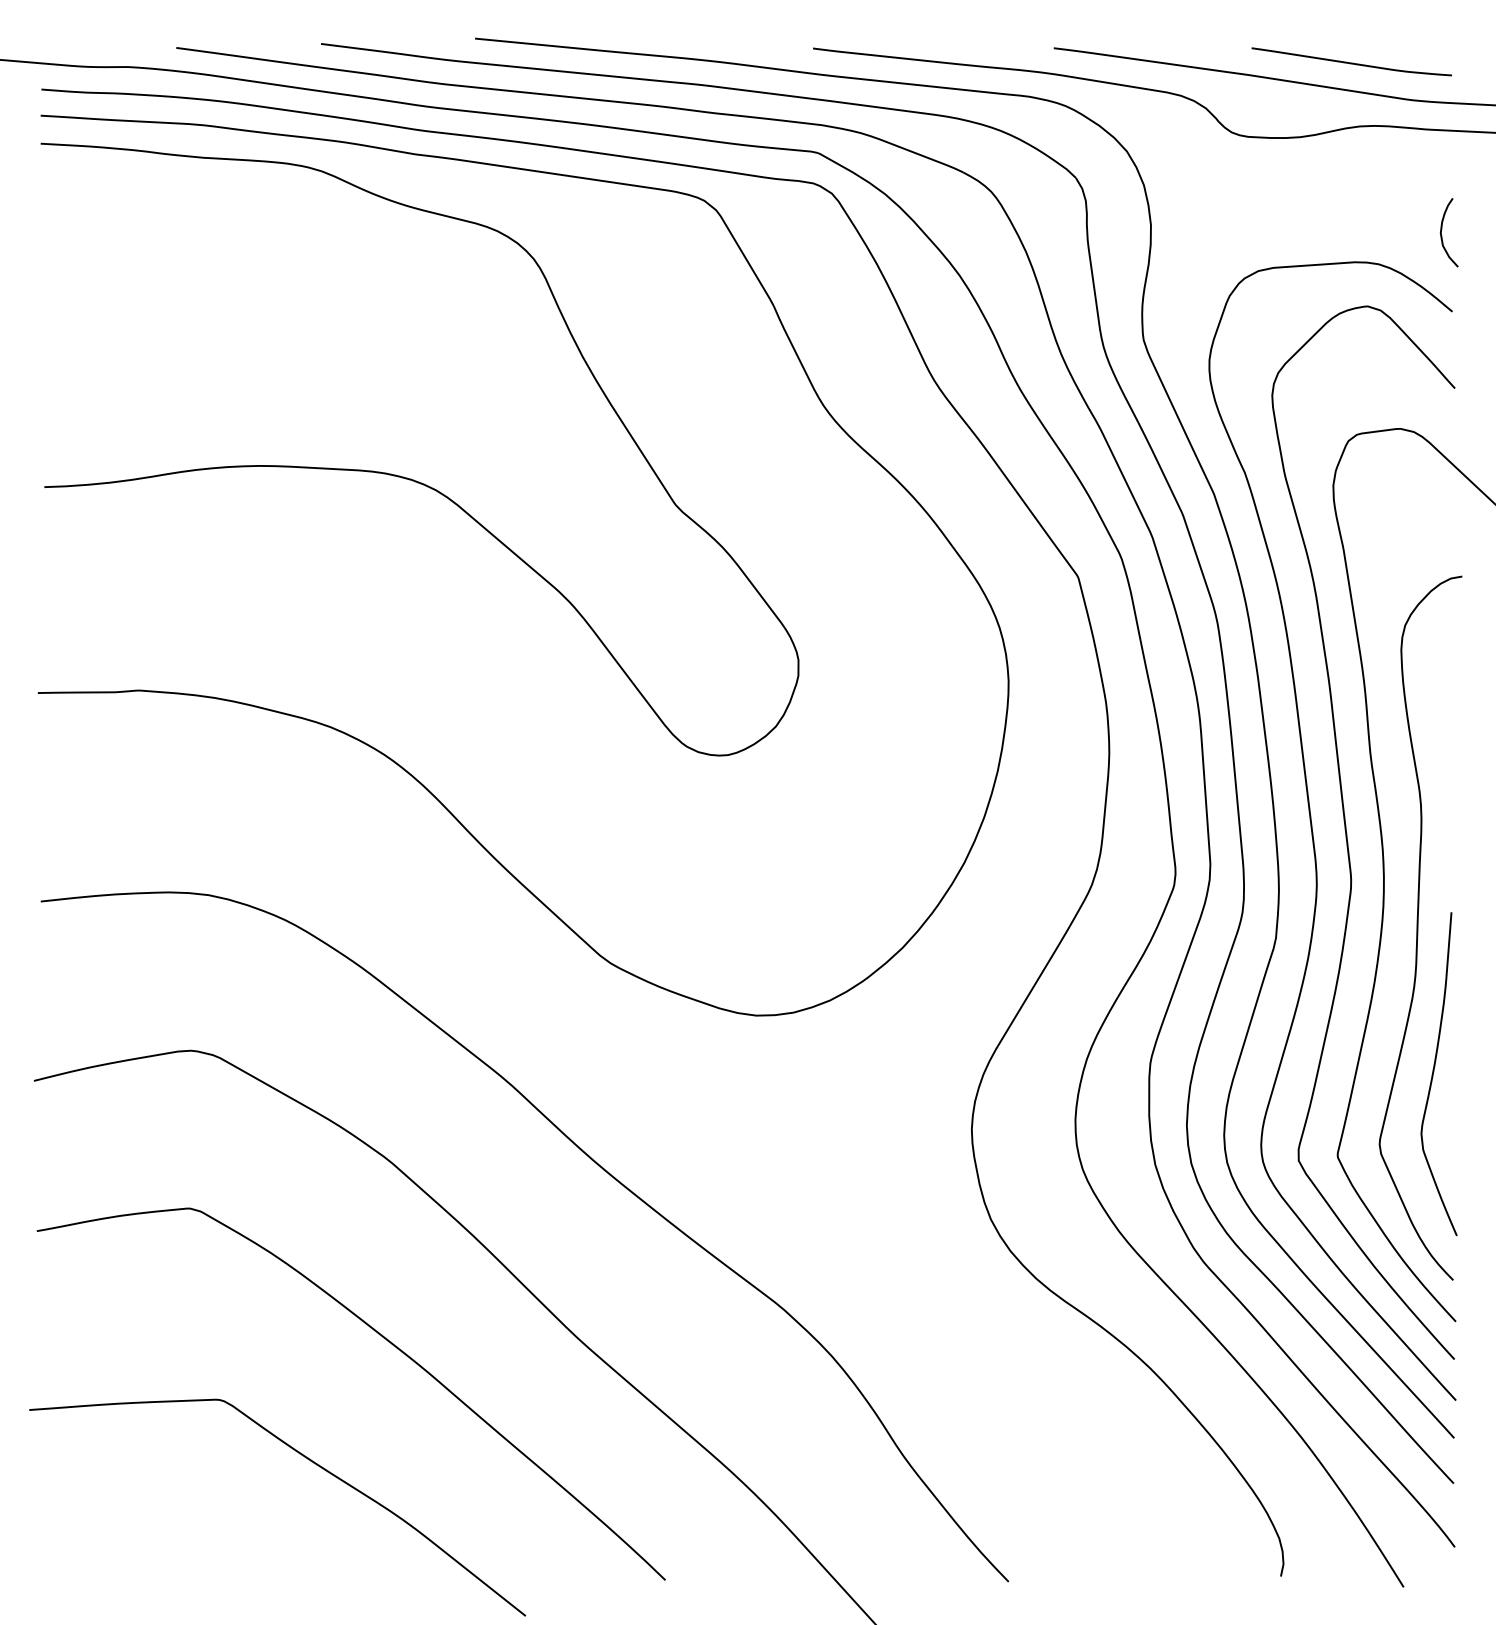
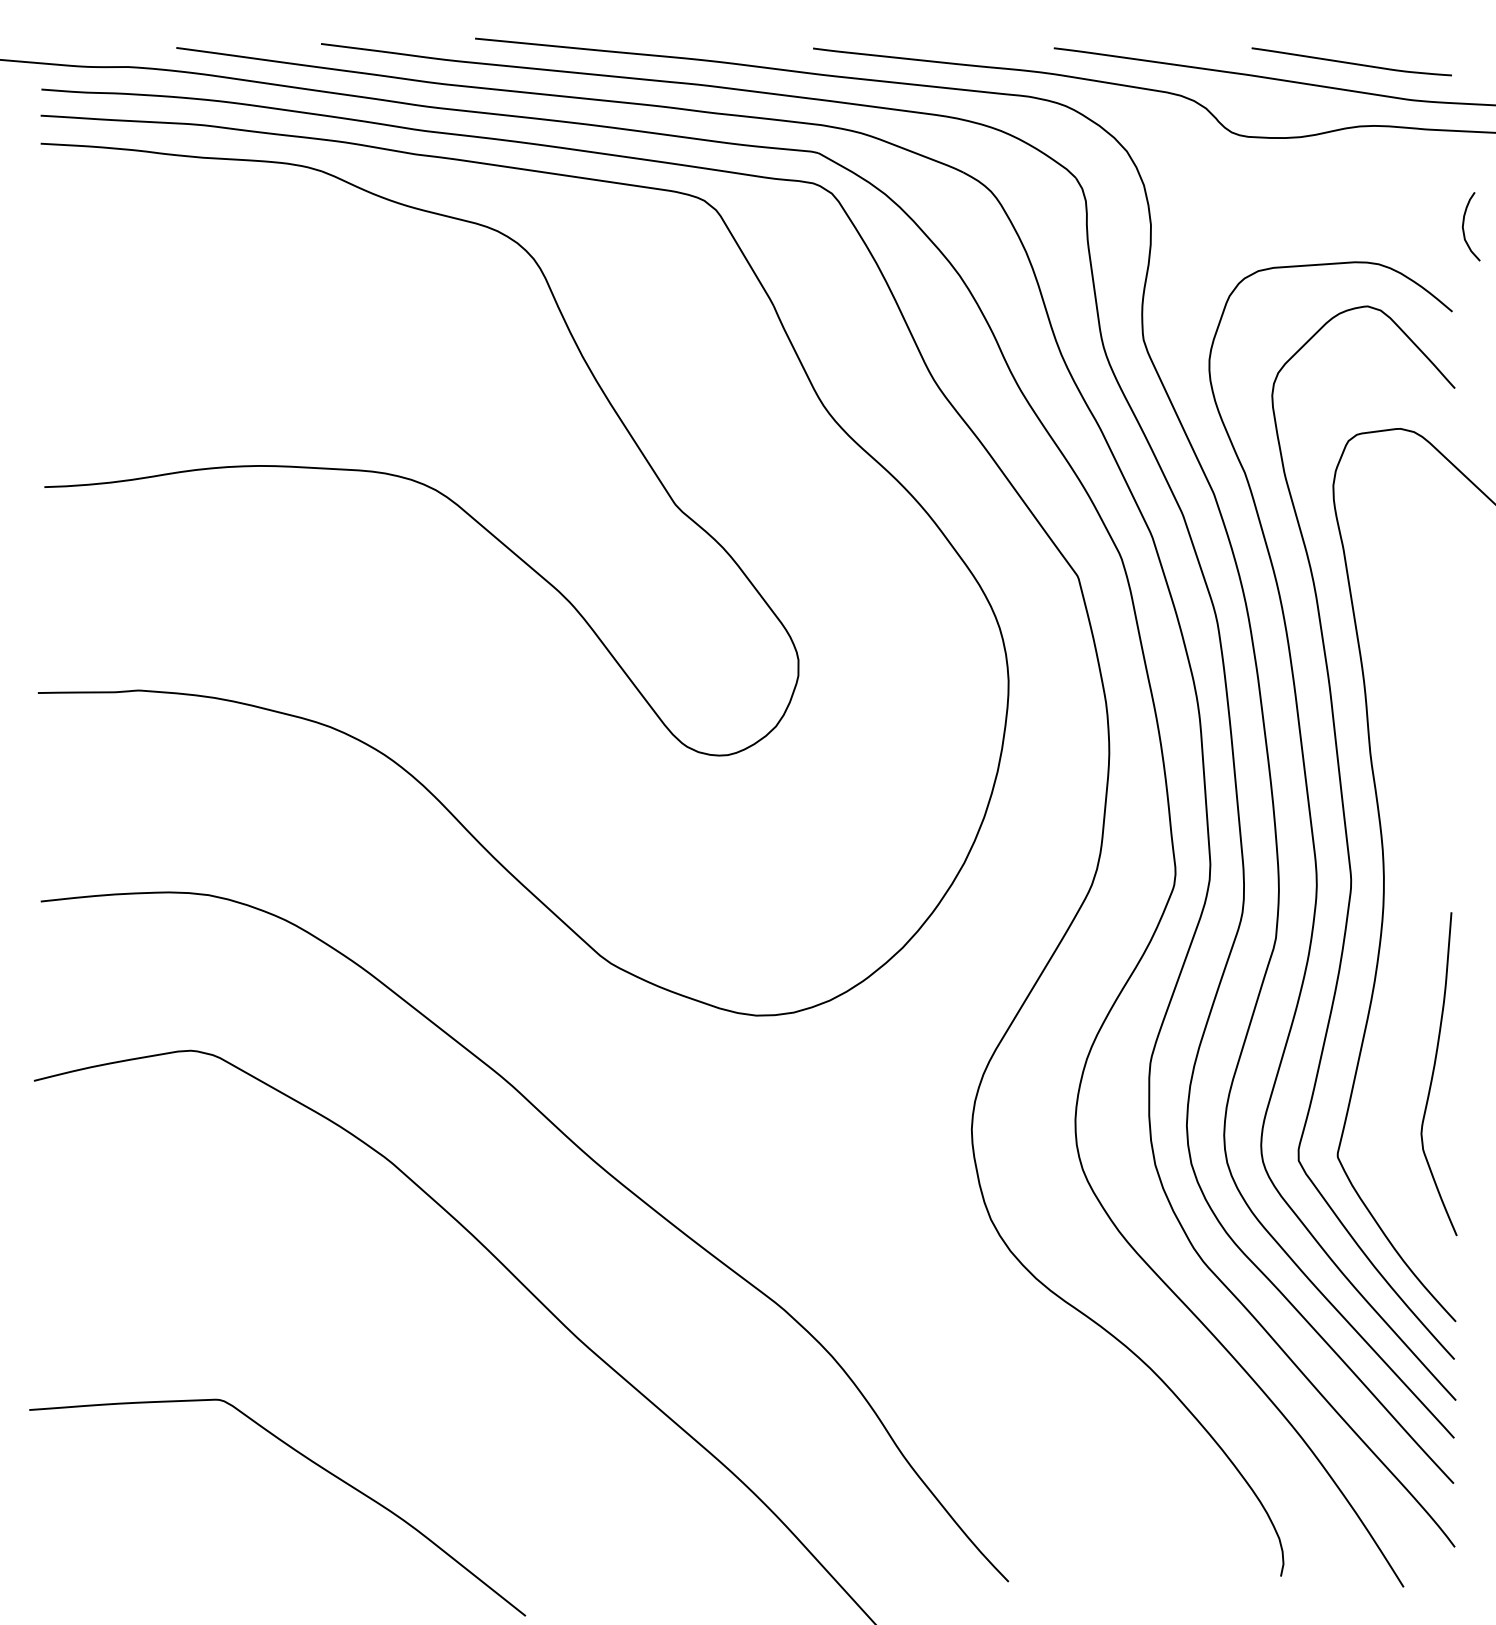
curve at (1442, 229) position: (1442, 229) -> (1464, 223)
curve at (1418, 927): present -> none
curve at (388, 1342): present -> none
